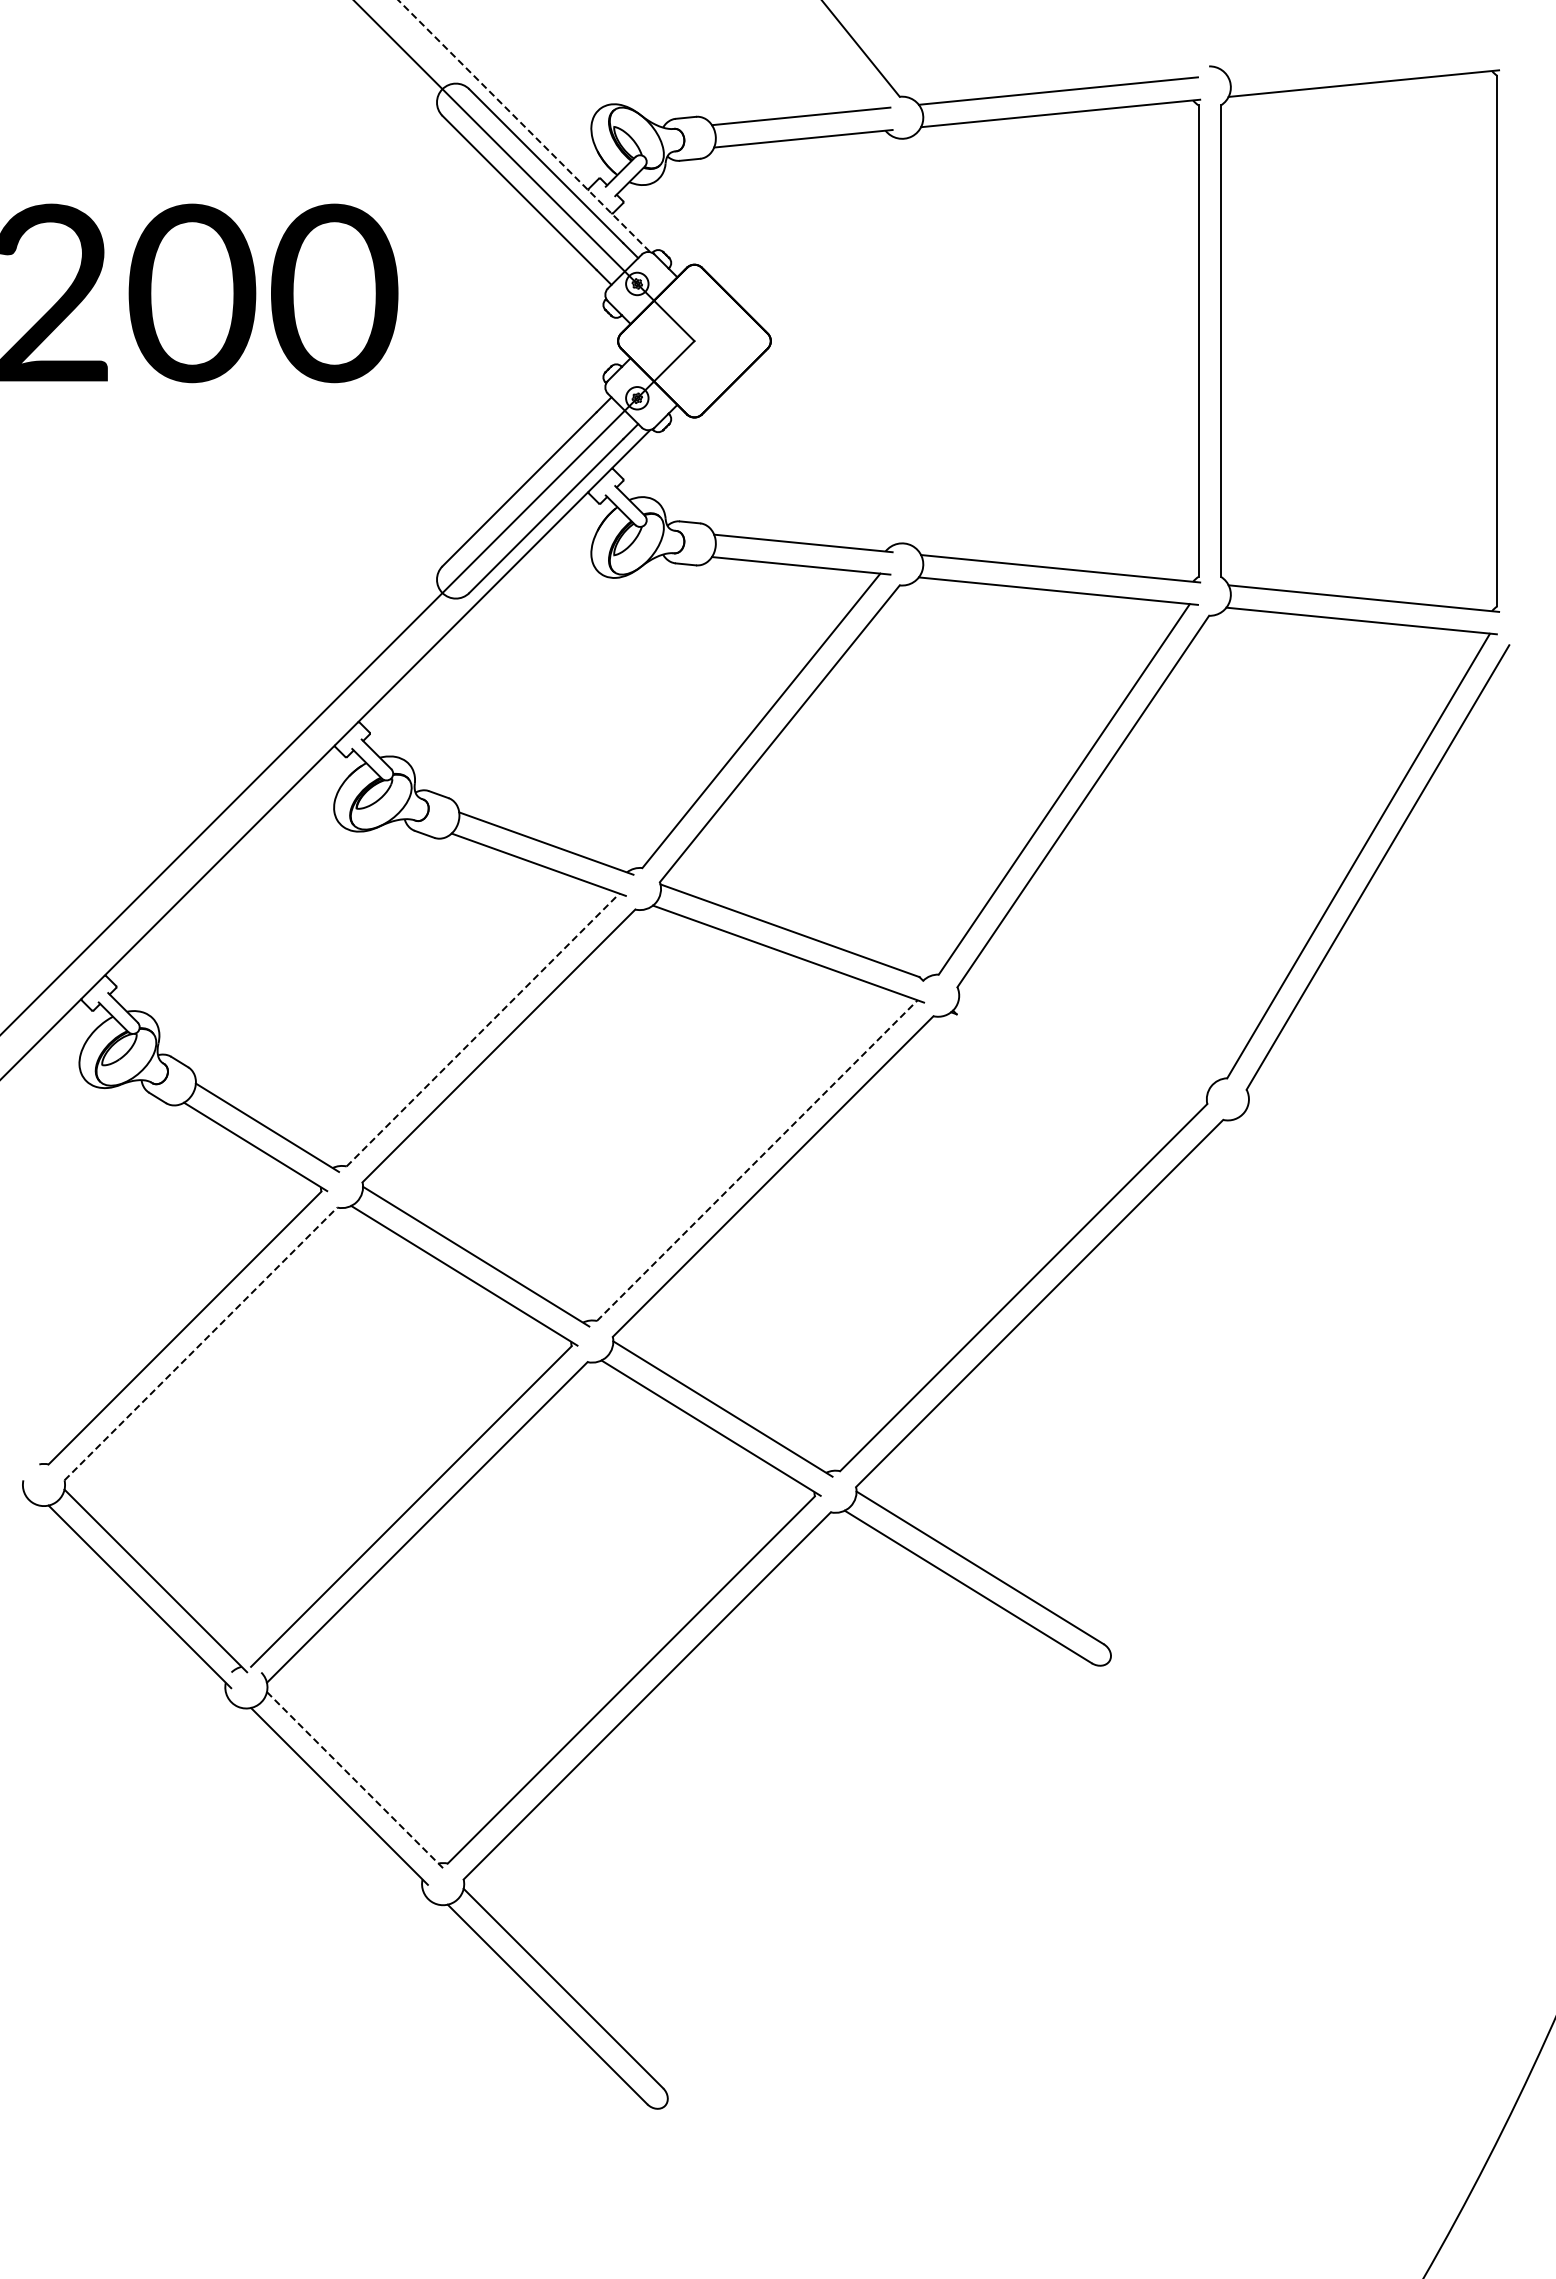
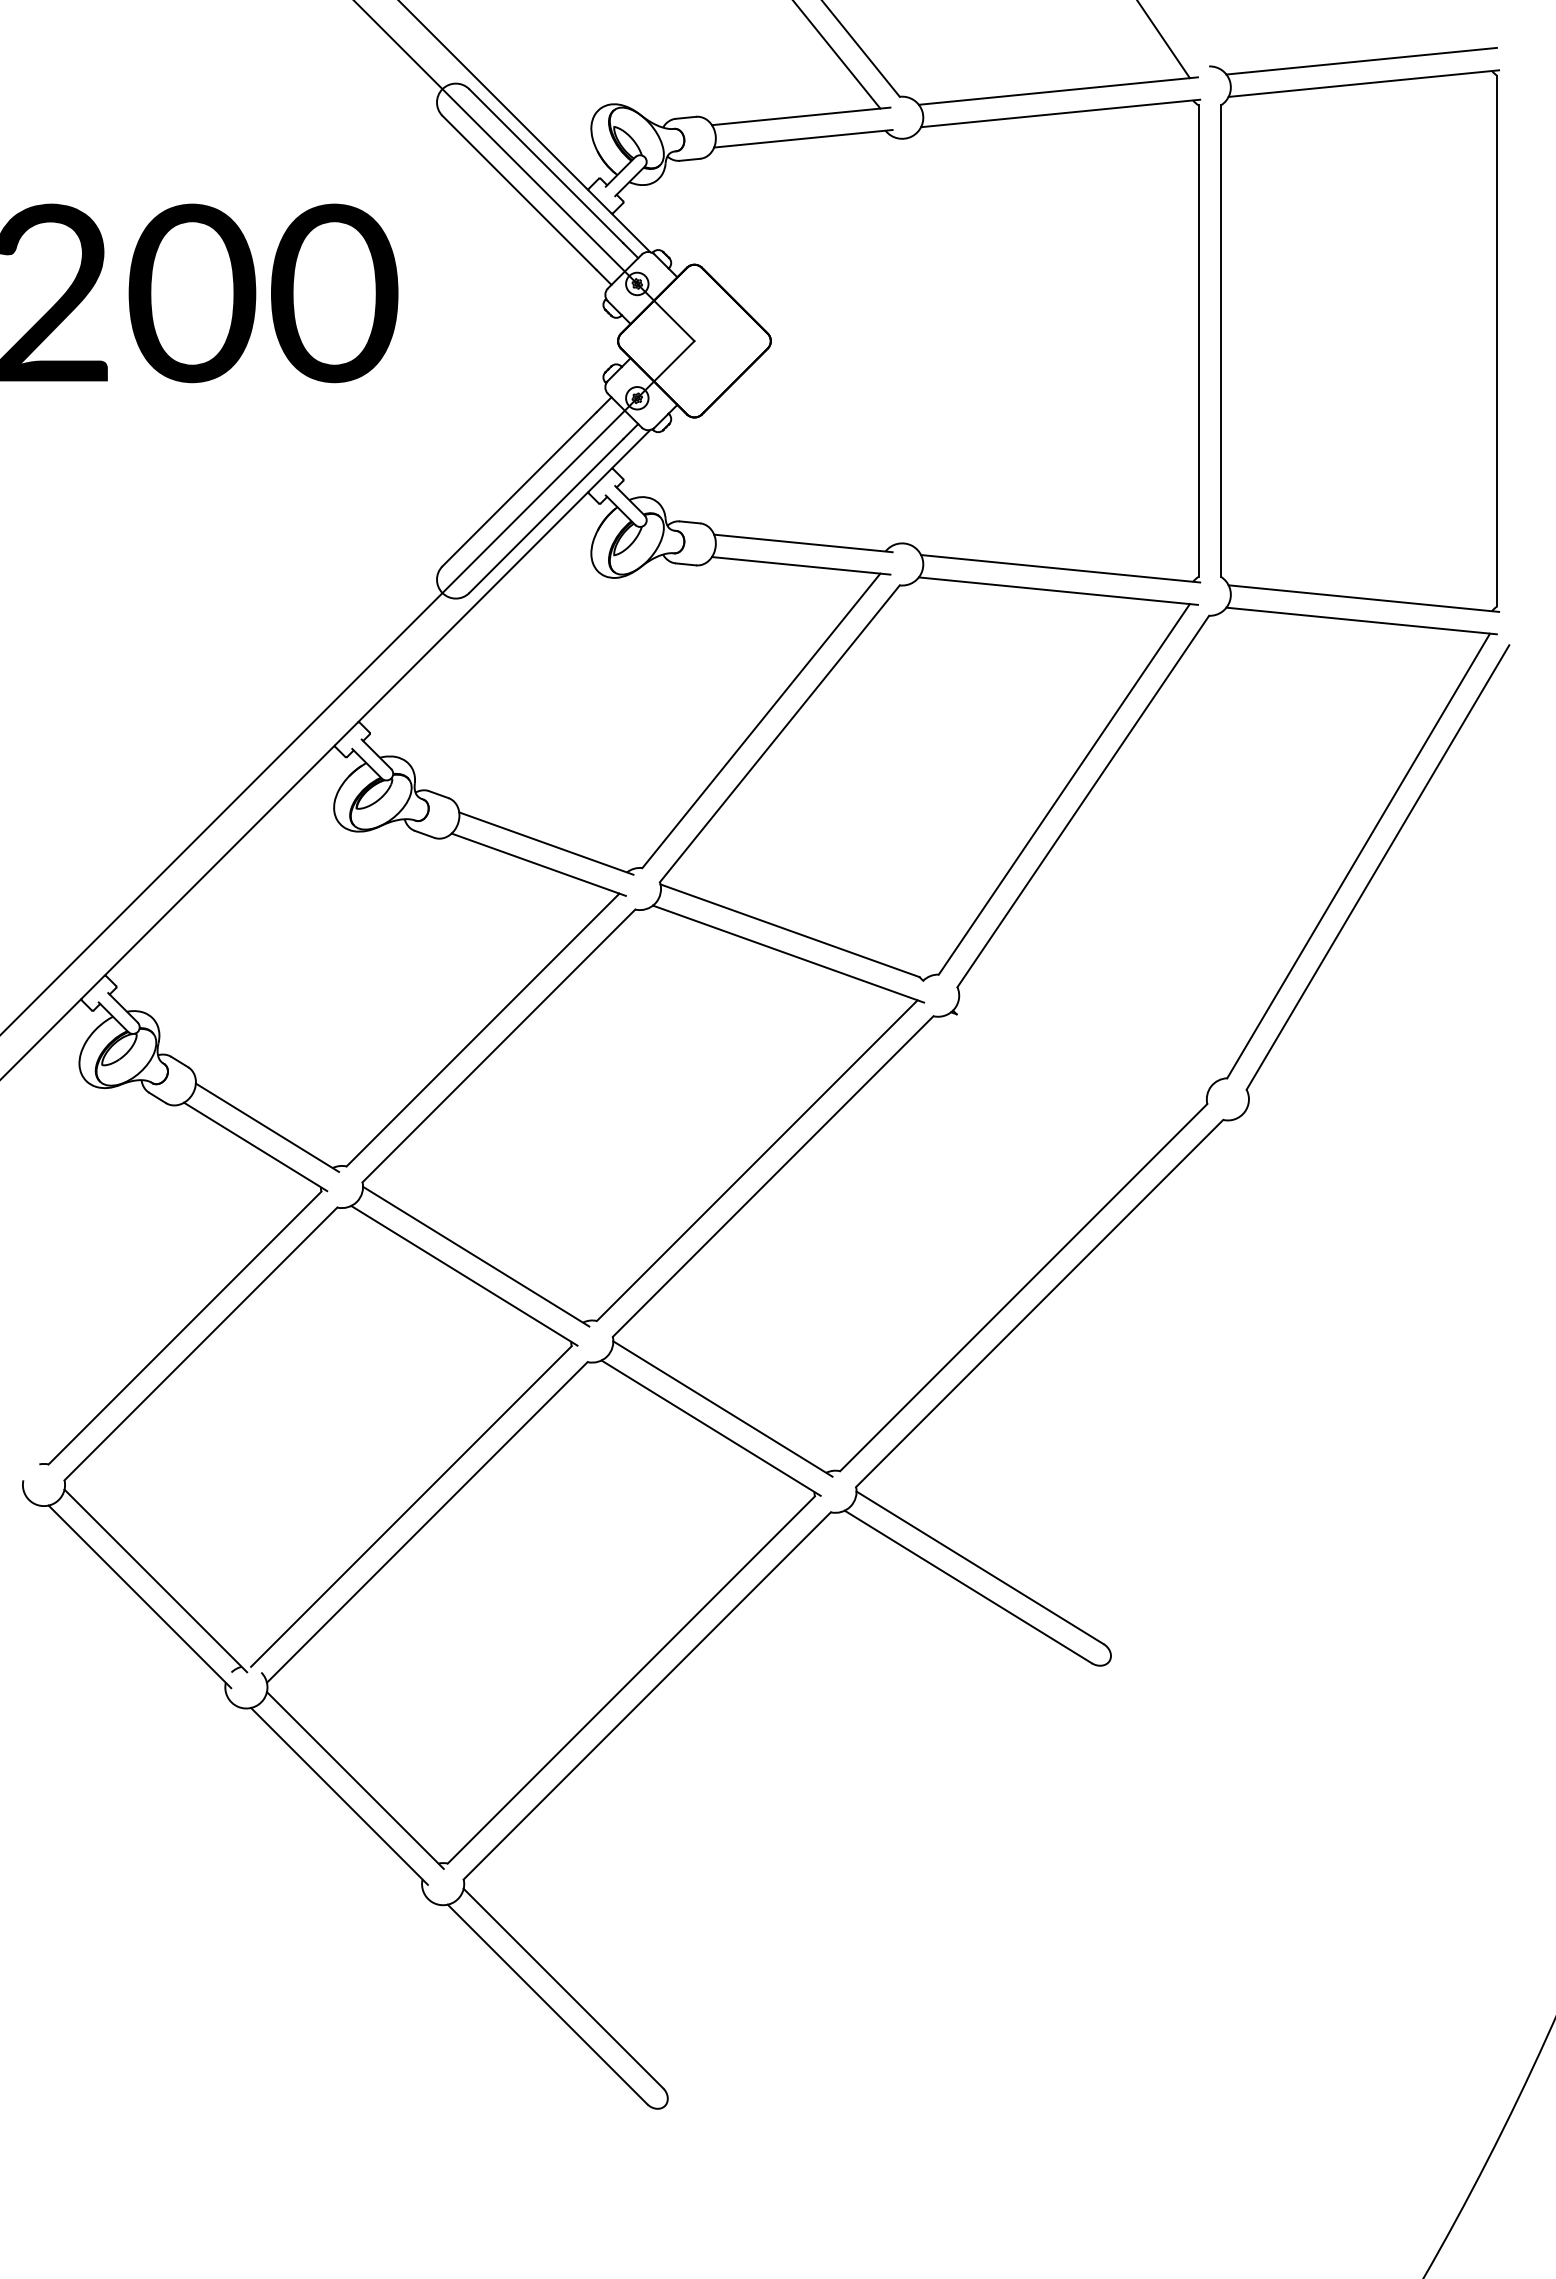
line at (1163, 40): none -> present
line at (837, 55): none -> present
line at (1361, 60): none -> present
line at (524, 126): dashed -> solid
line at (483, 1030): dashed -> solid
line at (757, 1160): dashed -> solid
line at (200, 1343): dashed -> solid
line at (355, 1780): dashed -> solid
